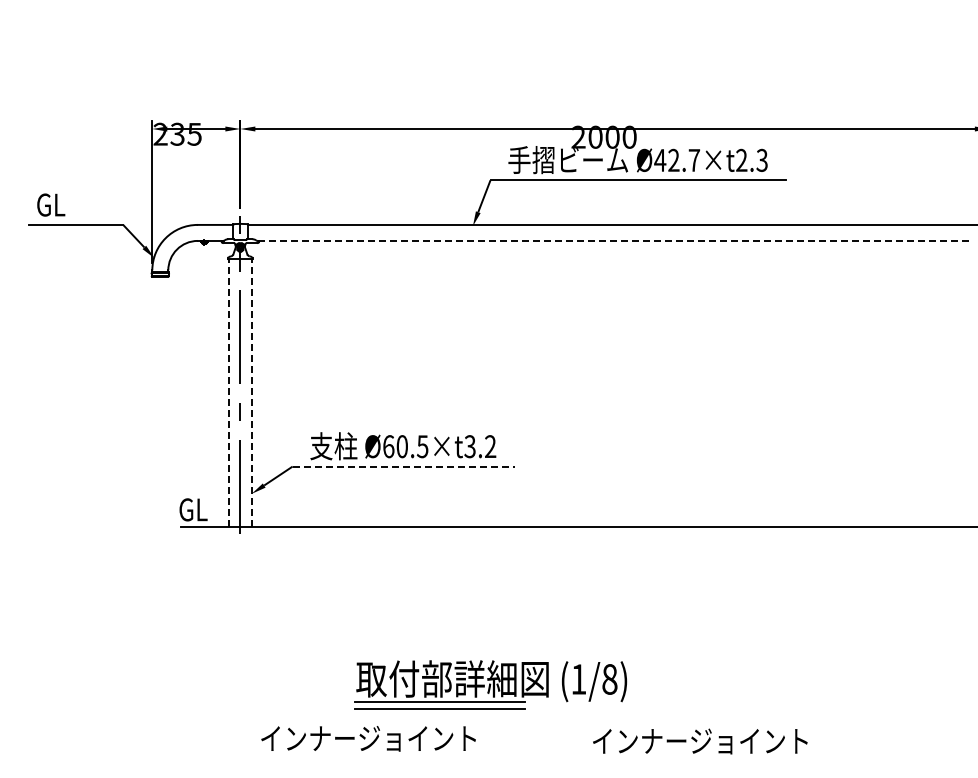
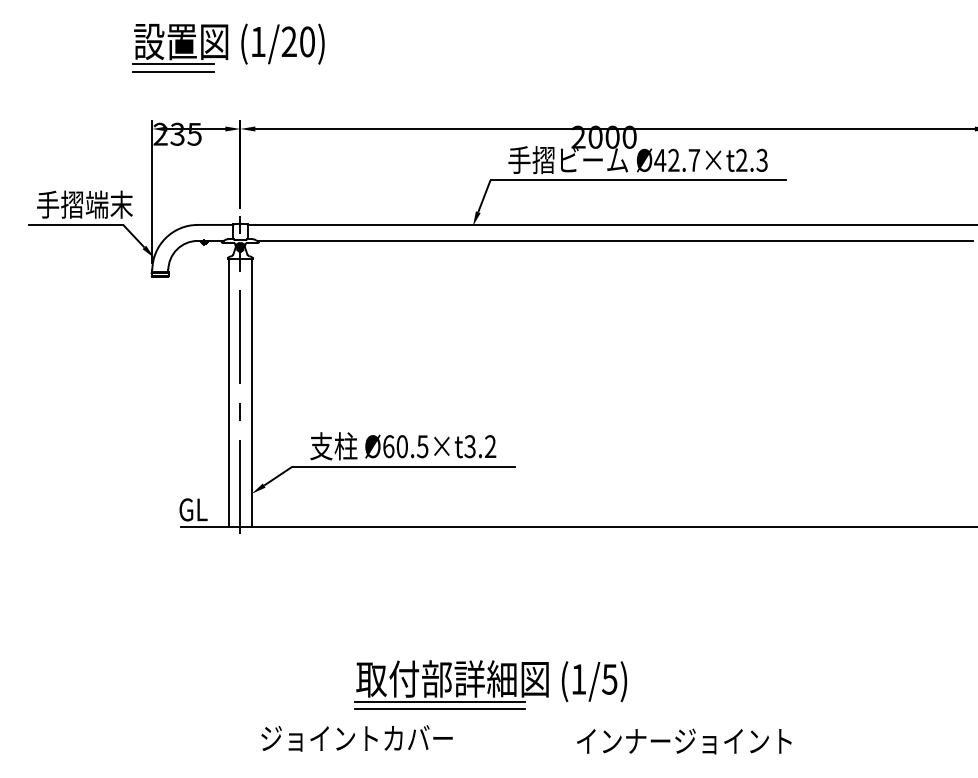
part at (228, 47): none -> present
text at (84, 204): GL -> 手摺端末
line at (616, 241): dashed -> solid
line at (229, 393): dashed -> solid
line at (251, 393): dashed -> solid
line at (404, 466): dashed -> solid
text at (609, 679): (1/8) -> (1/5)
text at (368, 738): インナージョイント -> ジョイントカバー
text at (700, 741) position: (700, 741) -> (684, 741)
